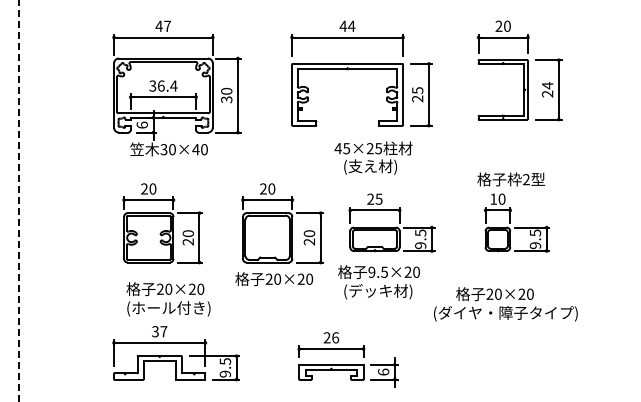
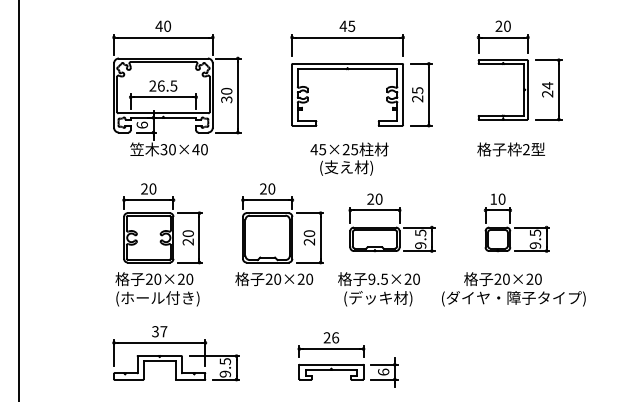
text at (167, 25): 47 -> 40
text at (351, 25): 44 -> 45
text at (162, 85): 36.4 -> 26.5
text at (373, 157) position: (373, 157) -> (349, 158)
text at (510, 179) position: (510, 179) -> (510, 149)
text at (378, 198): 25 -> 20
line at (19, 200): dashed -> solid
text at (378, 282) position: (378, 282) -> (378, 289)
text at (168, 299) position: (168, 299) -> (157, 289)
text at (505, 304) position: (505, 304) -> (513, 289)
